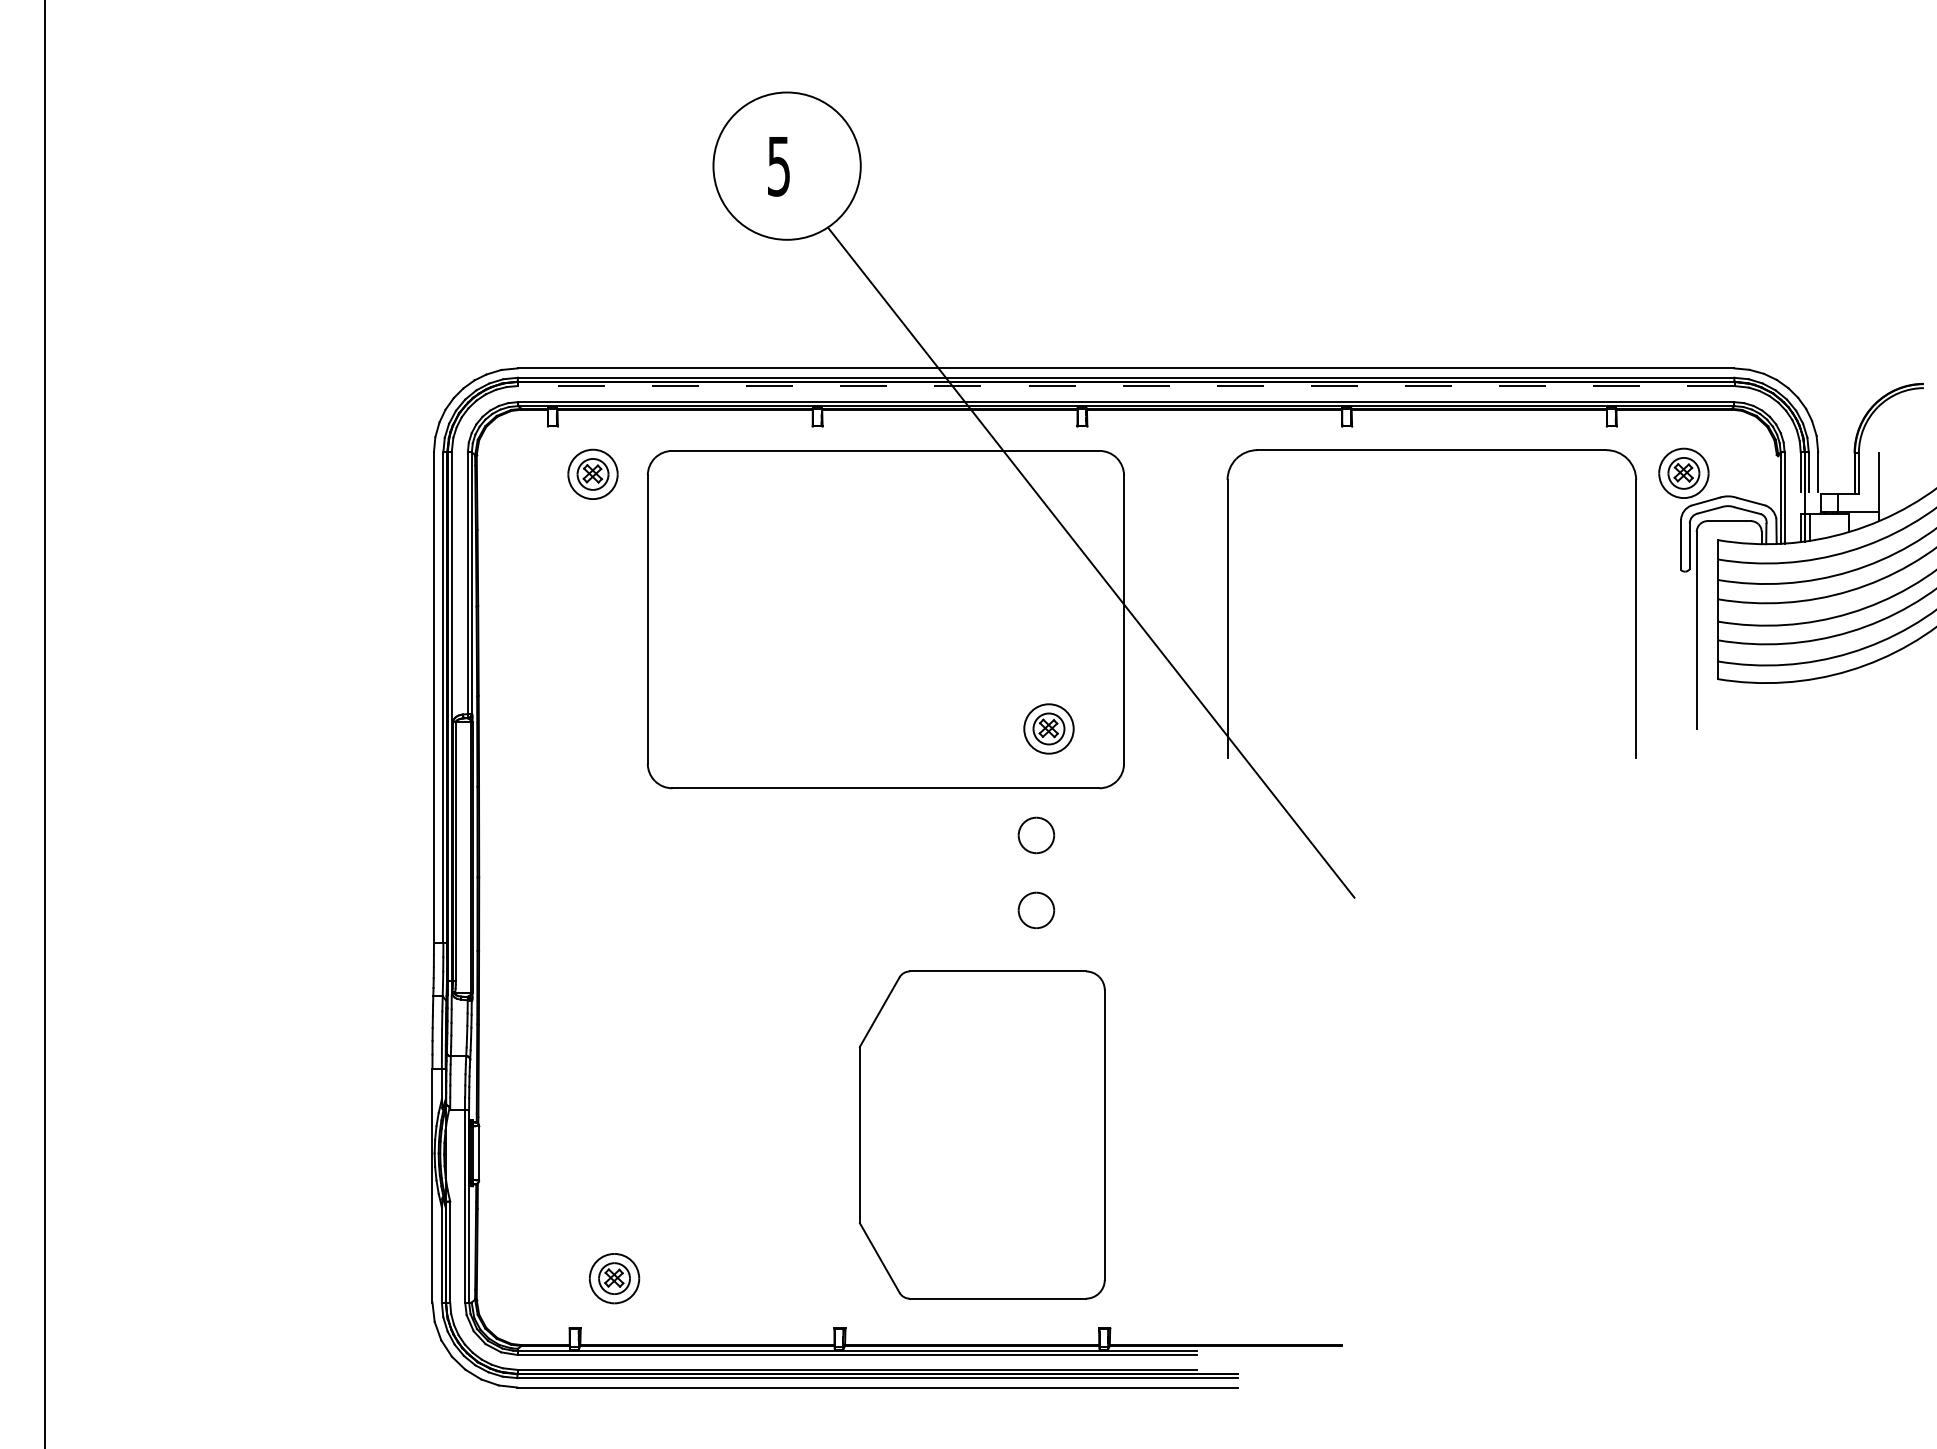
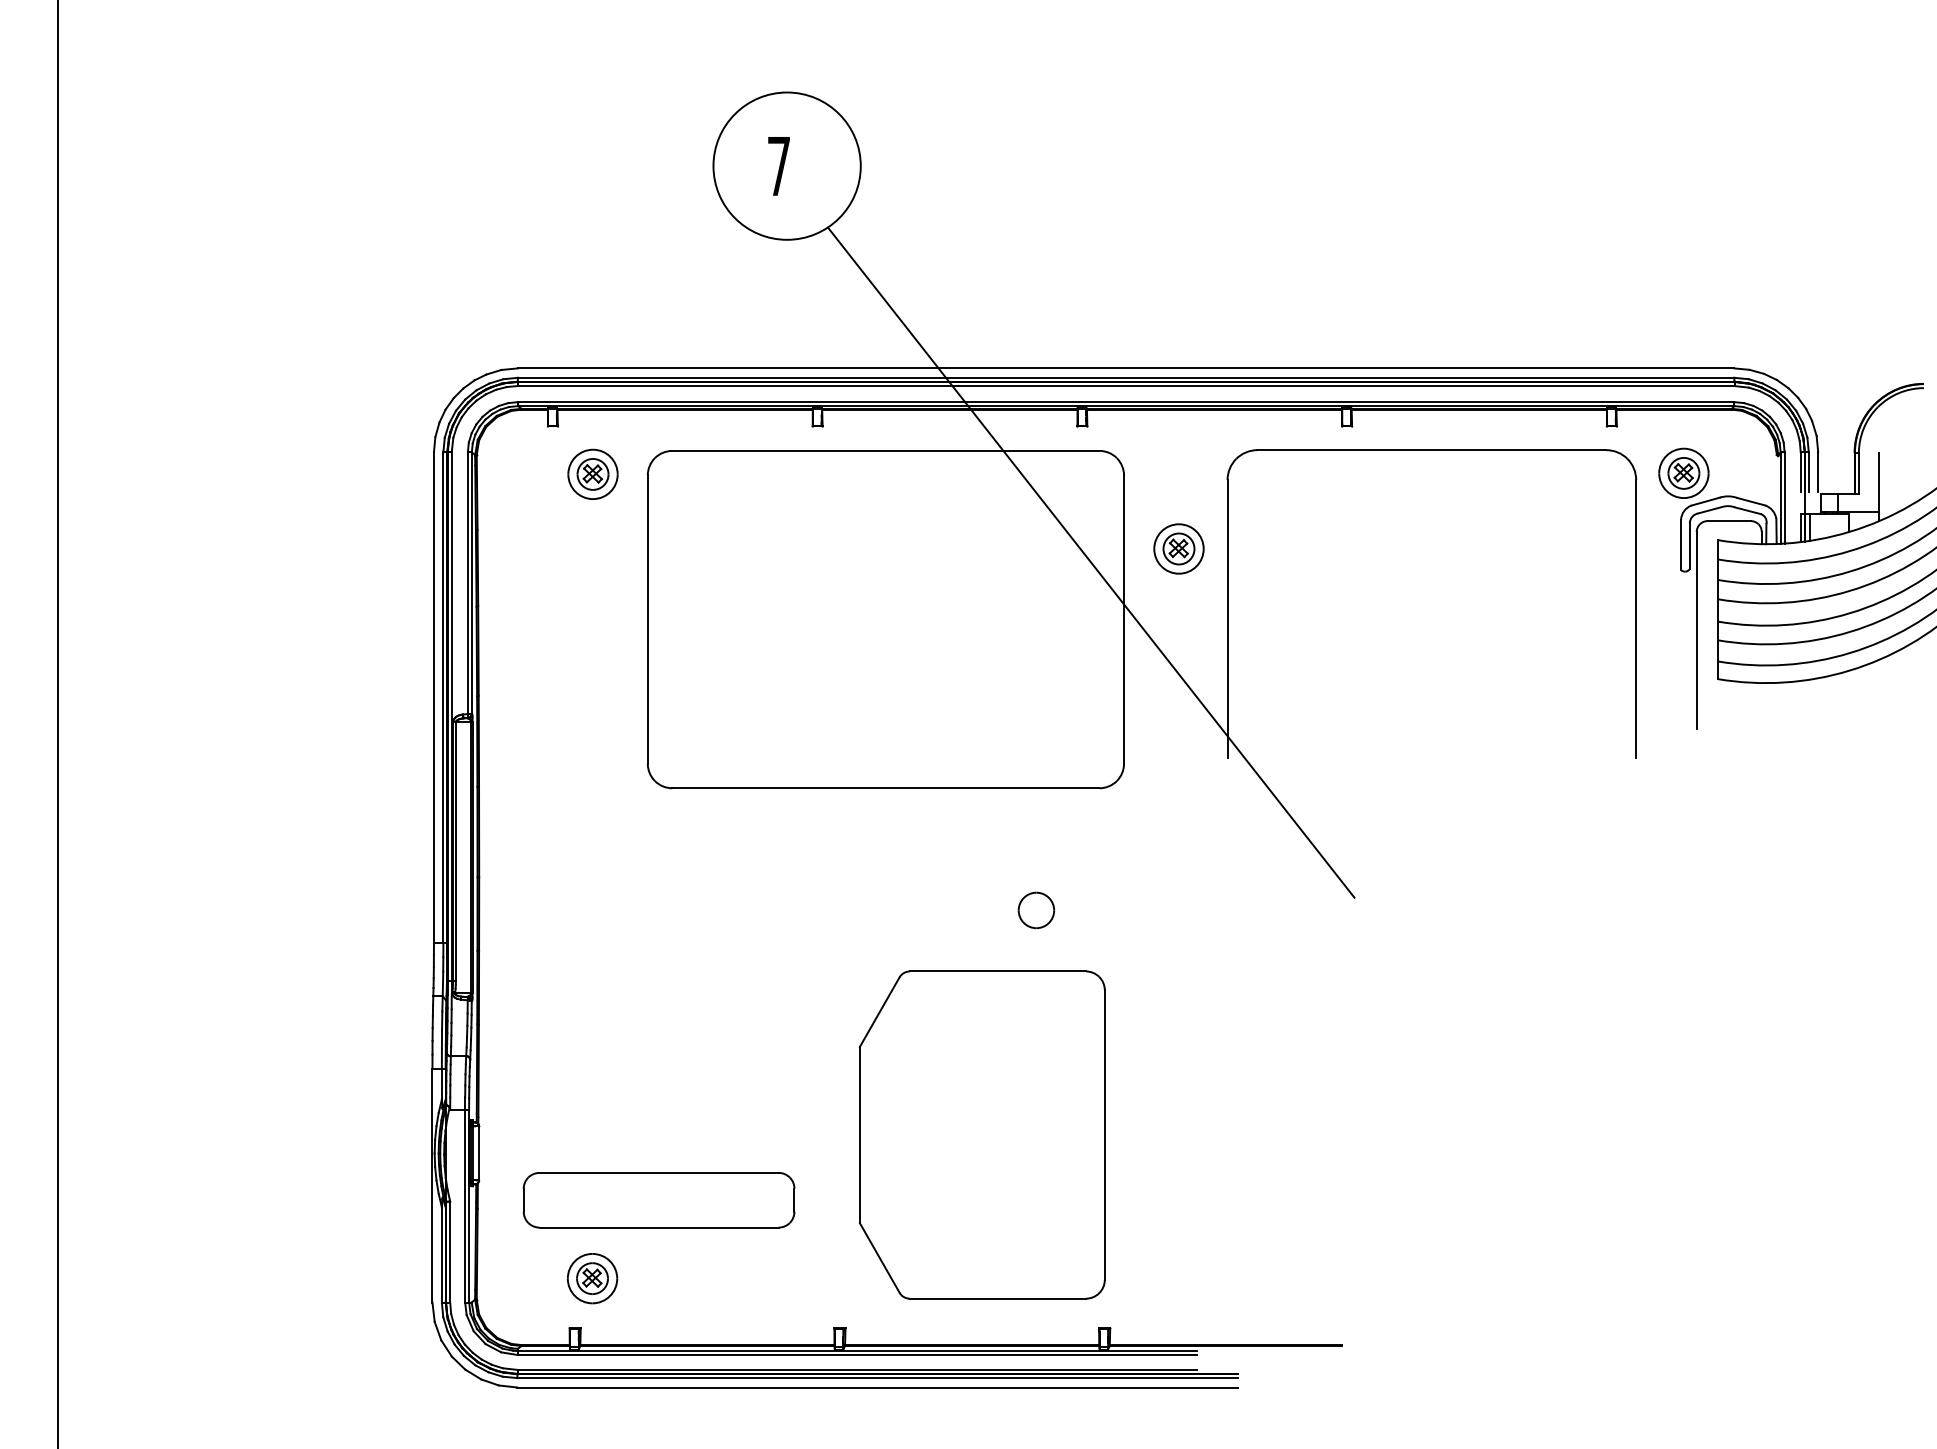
text at (778, 166): 5 -> 7
line at (1125, 386): dashed -> solid
line at (45, 723) position: (45, 723) -> (58, 723)
part at (1048, 728) position: (1048, 728) -> (1178, 548)
part at (1036, 835): present -> none
part at (658, 1200): none -> present
part at (614, 1278) position: (614, 1278) -> (592, 1278)
